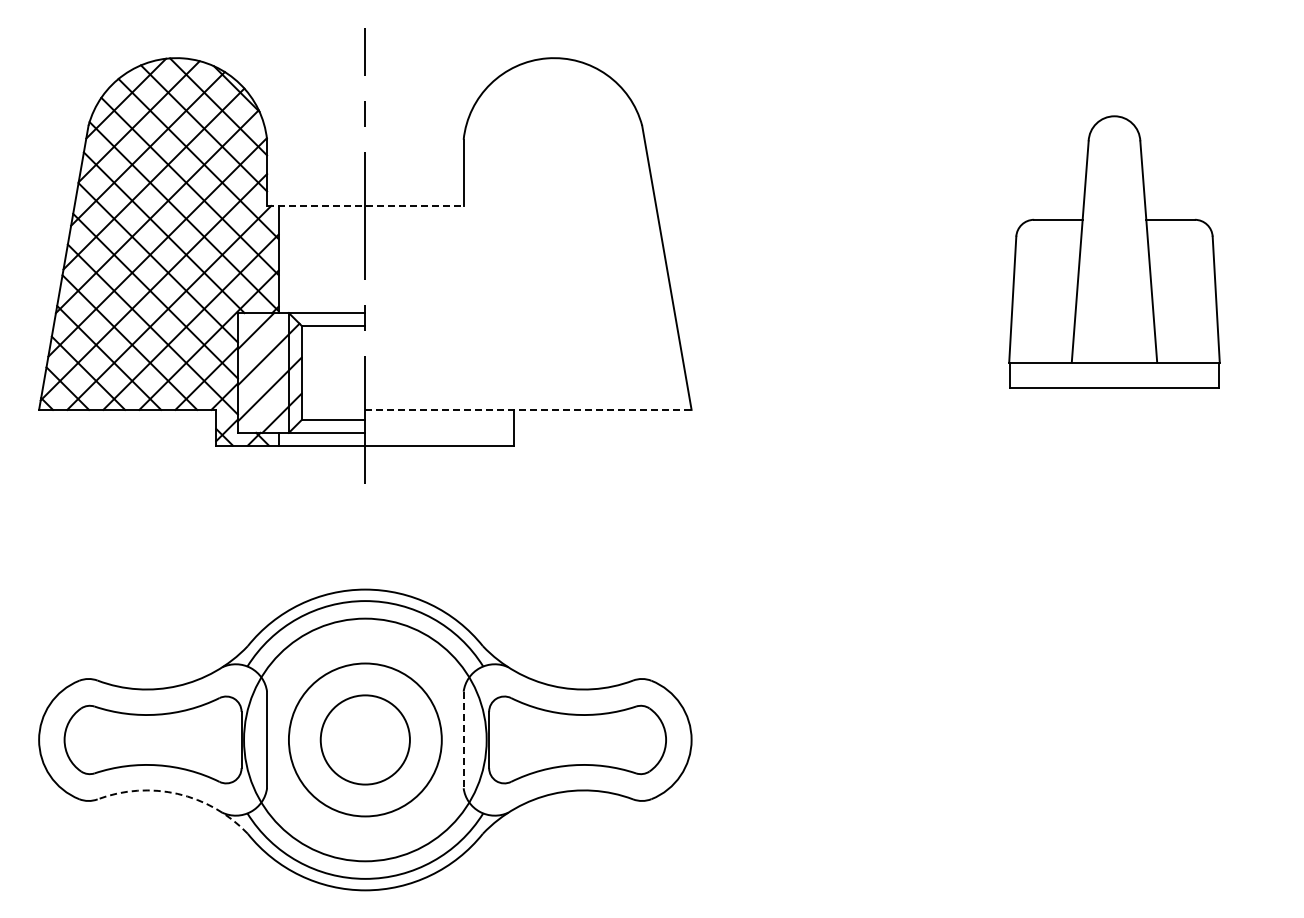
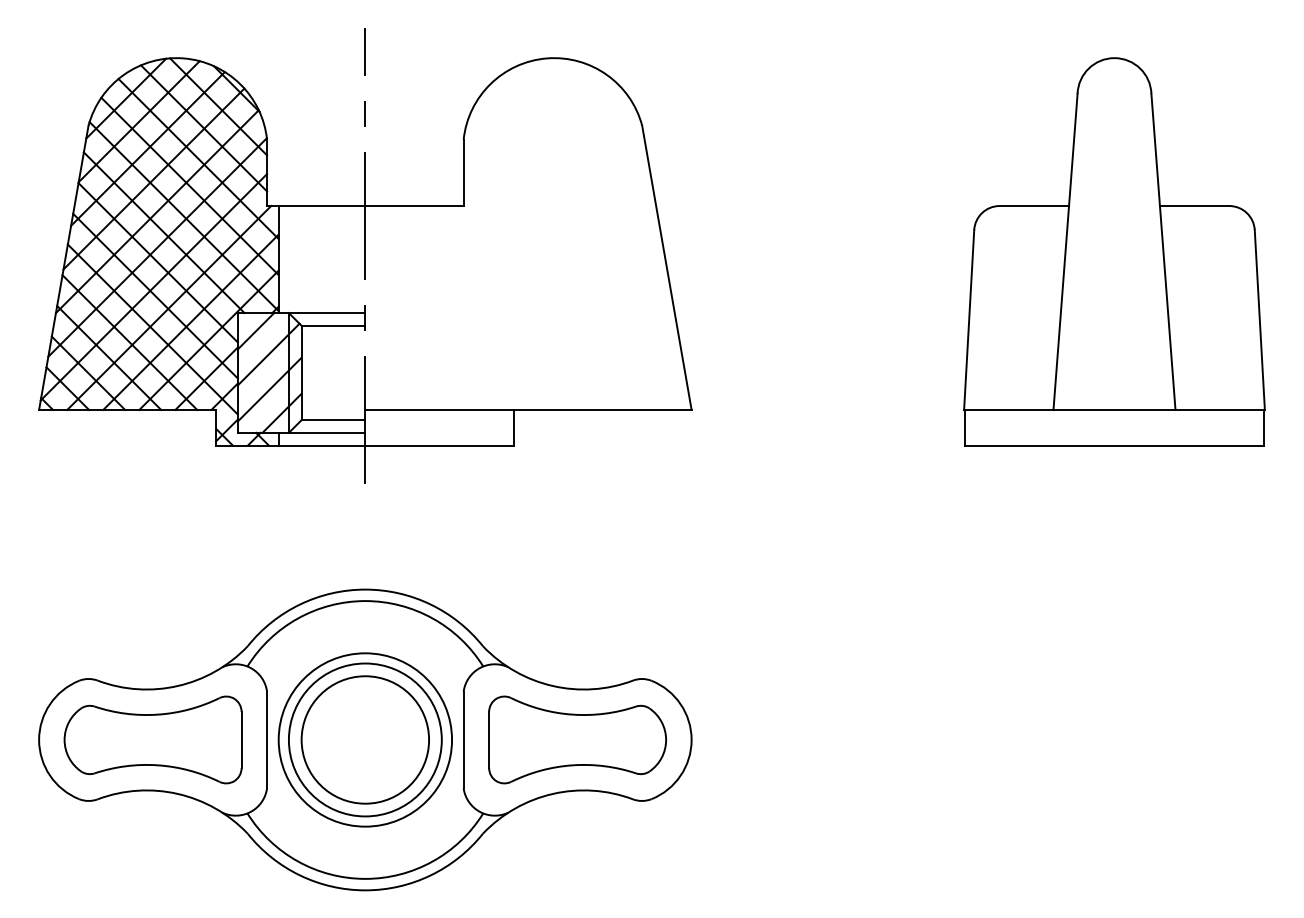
line at (365, 206): dashed -> solid
part at (1114, 251) size: 213x274 px -> 303x390 px
line at (528, 409): dashed -> solid
circle at (364, 739) diameter: 89 px -> 127 px
circle at (365, 739) diameter: 243 px -> 173 px
line at (463, 740): dashed -> solid
arc at (177, 793): dashed -> solid
